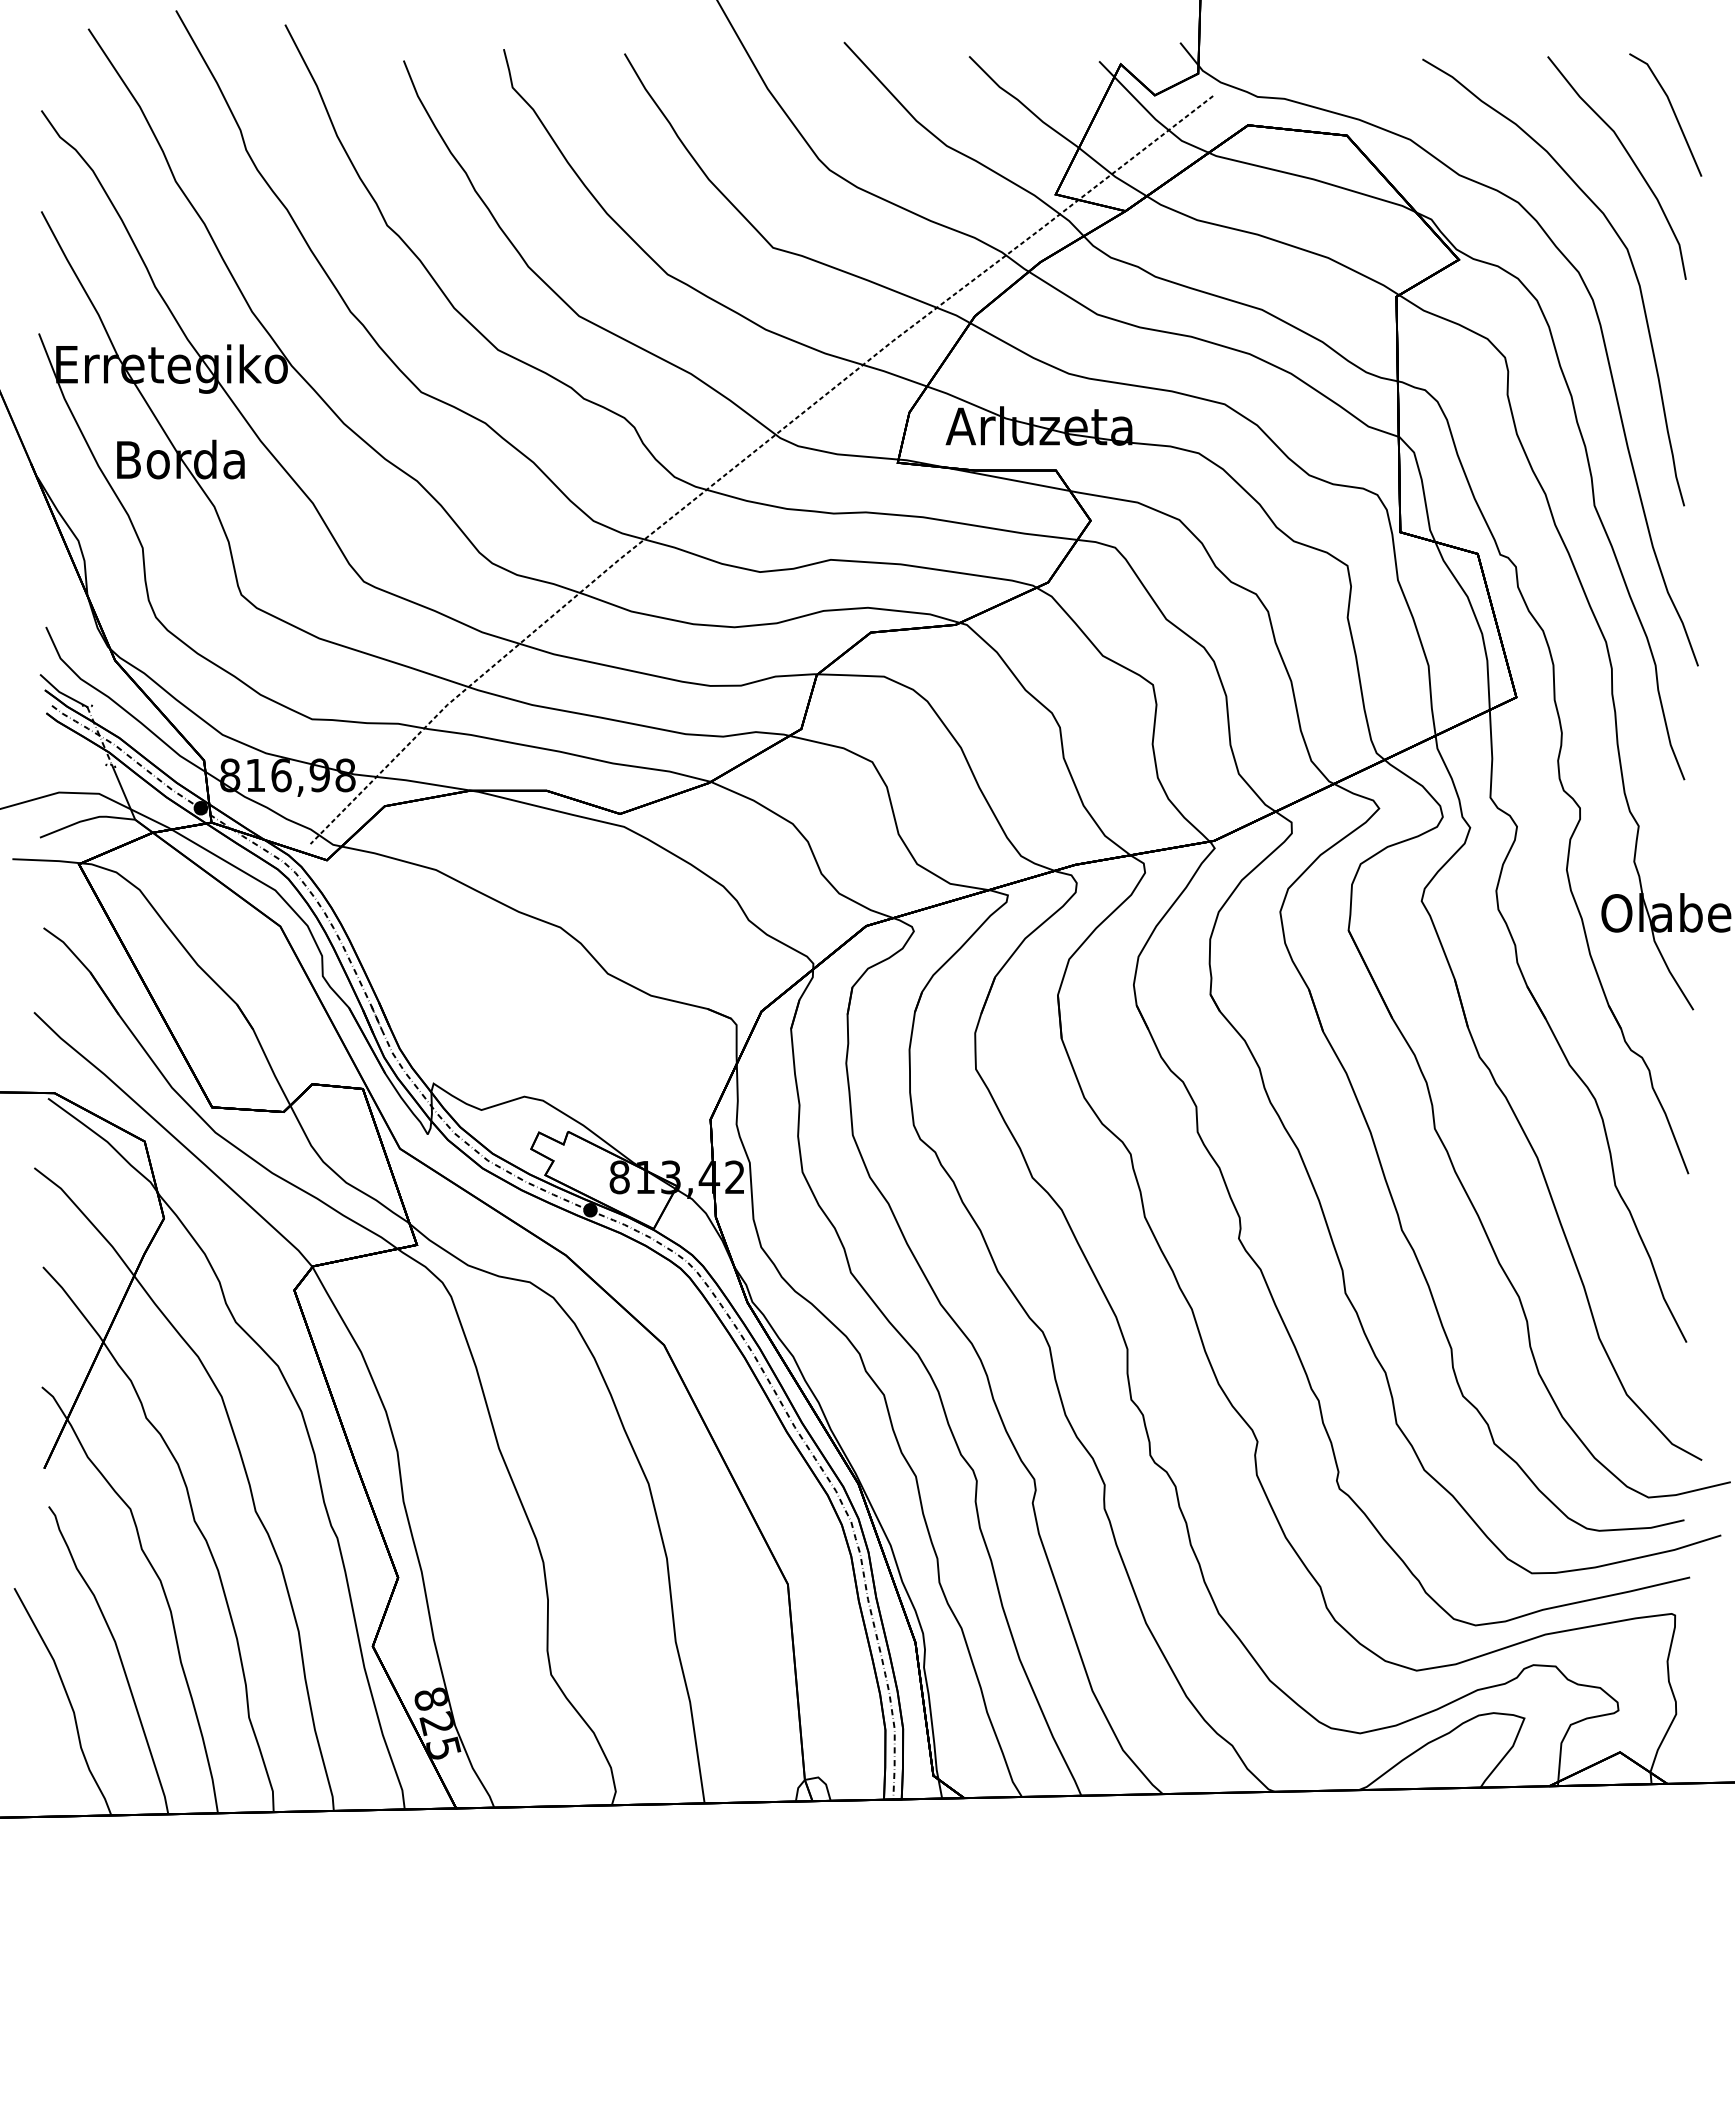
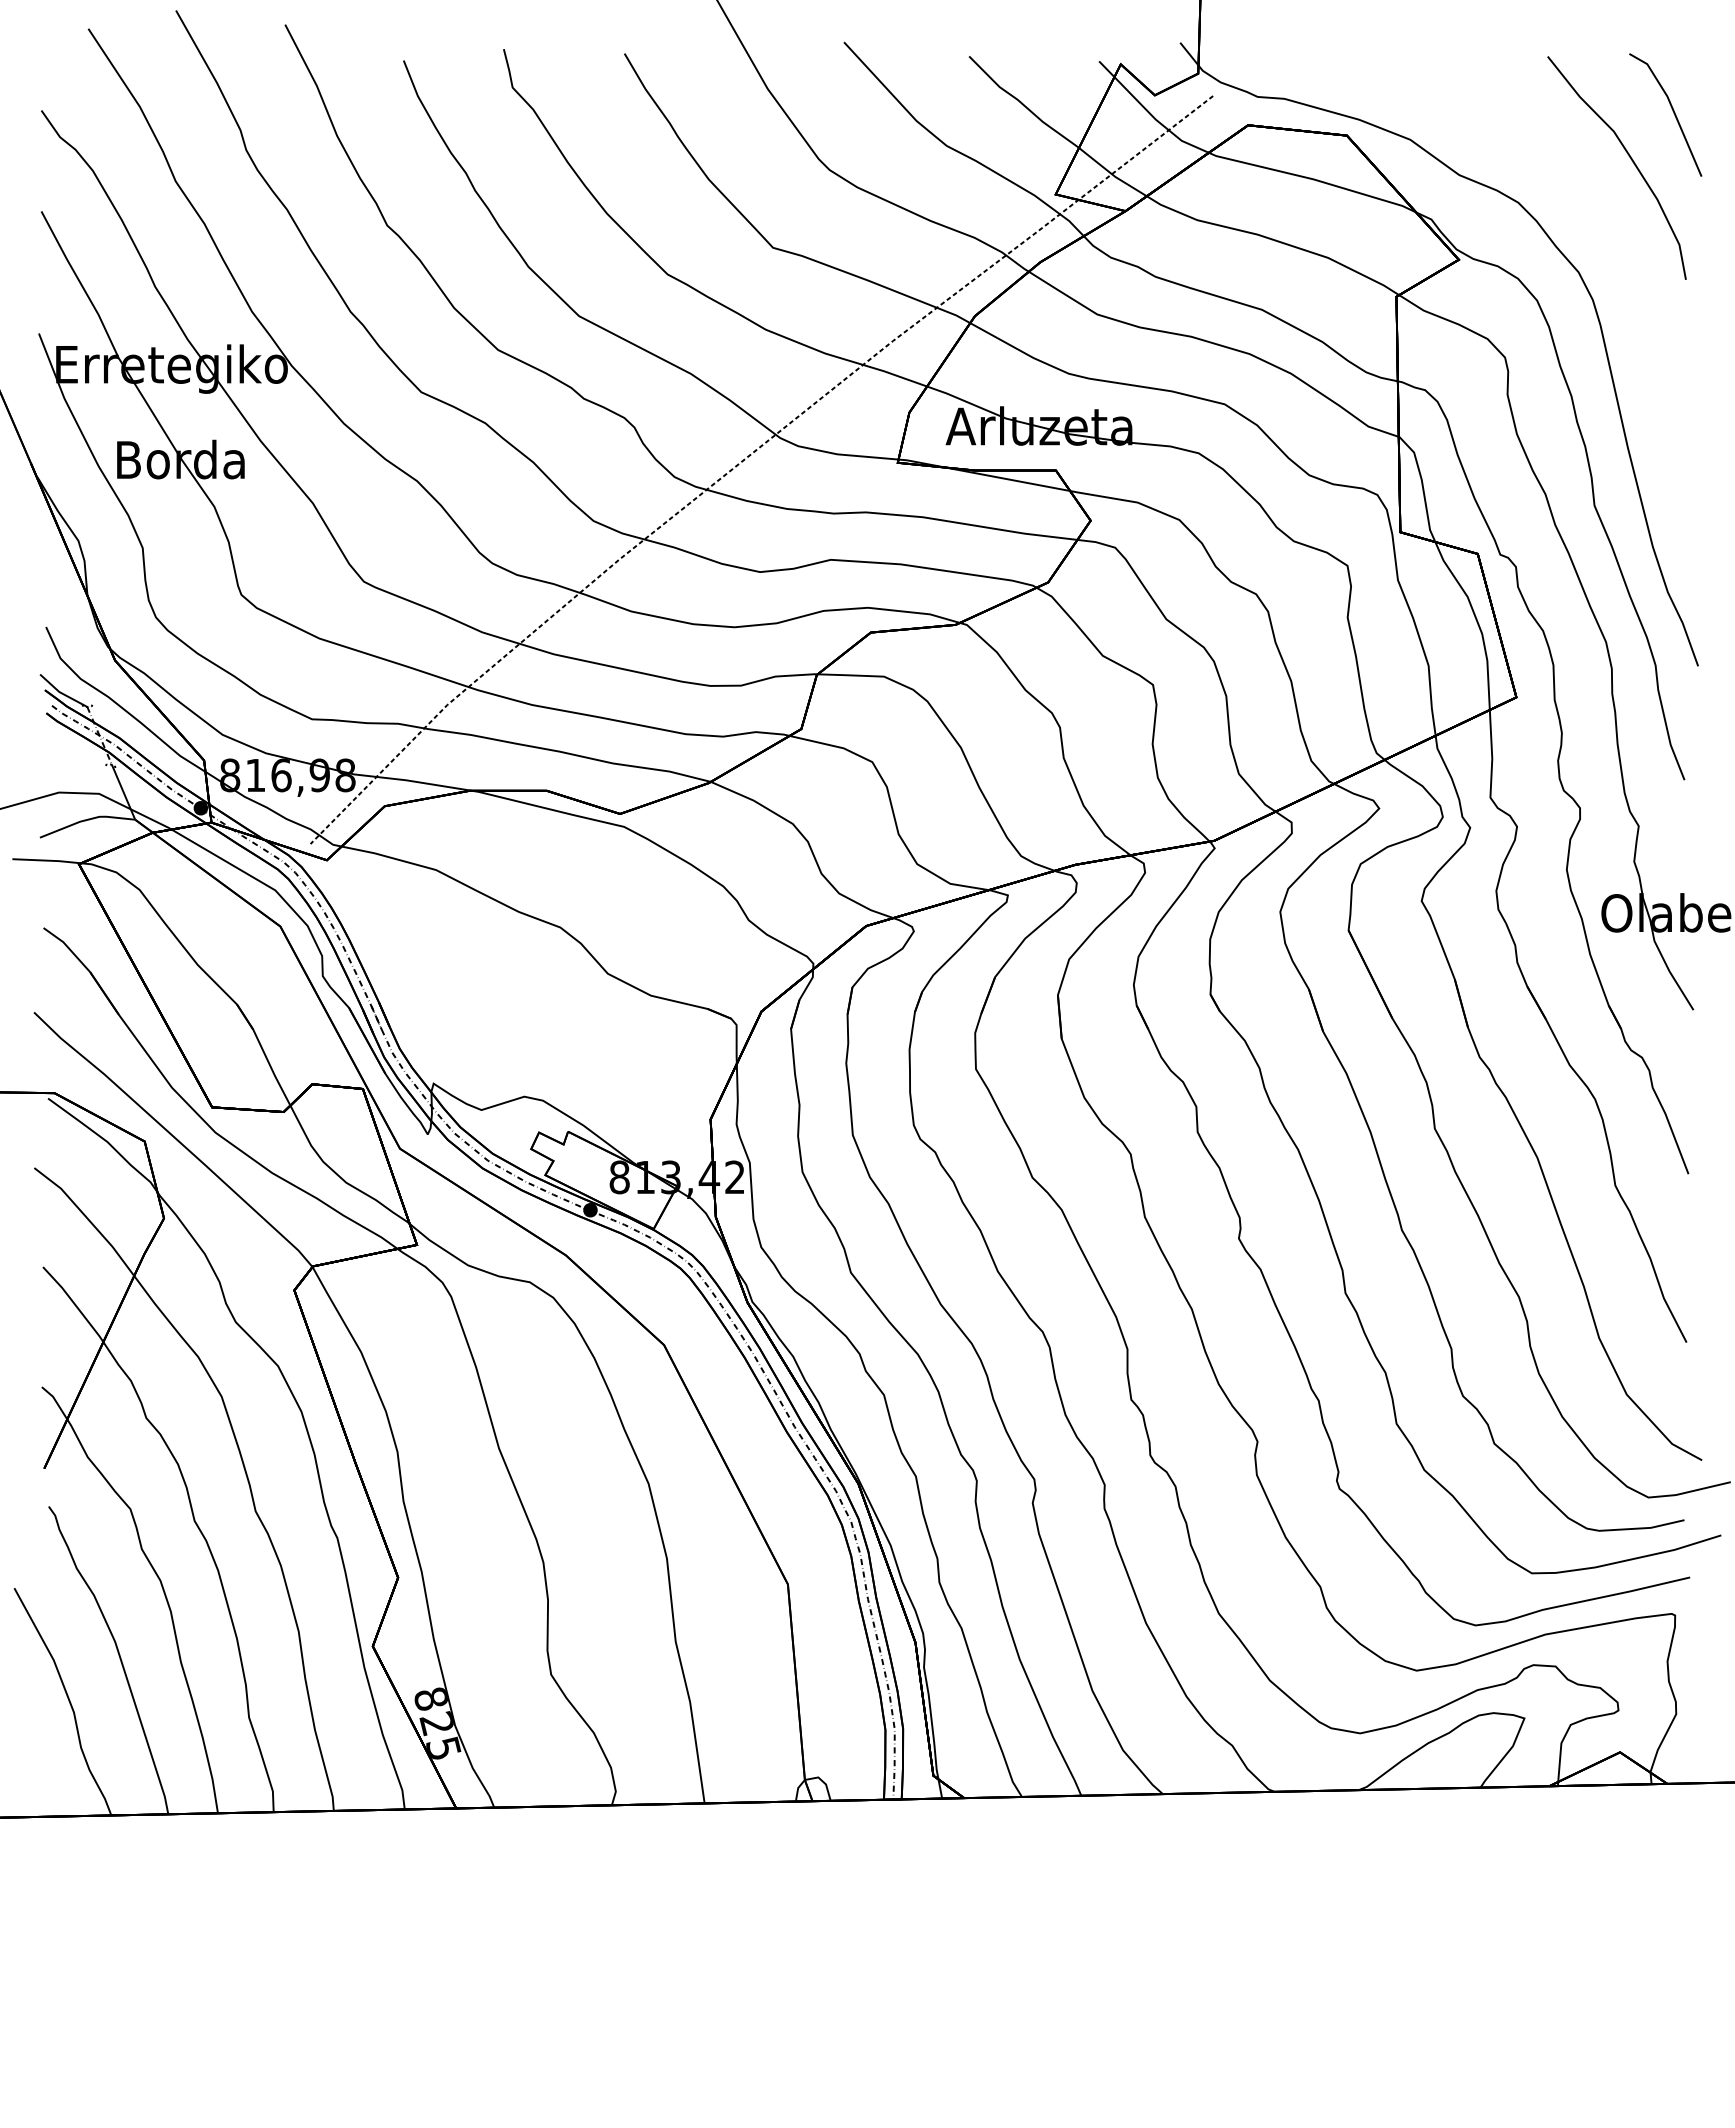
curve at (1619, 239): present -> none
